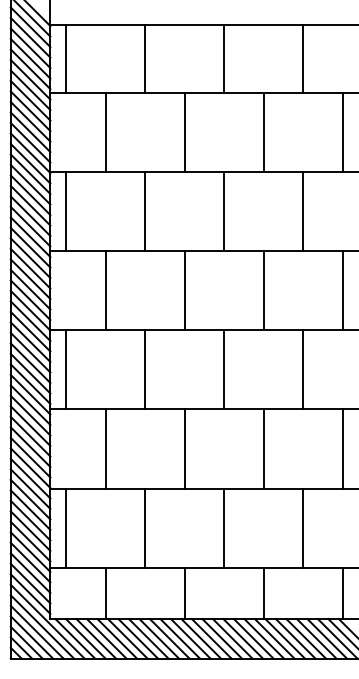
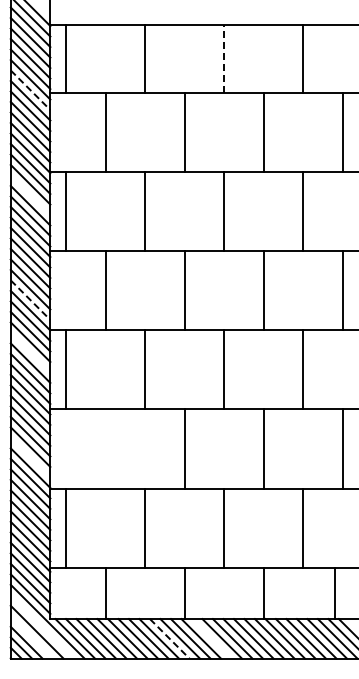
line at (224, 58): solid -> dashed
line at (30, 90): solid -> dashed
line at (30, 195): present -> none
line at (30, 300): solid -> dashed
line at (30, 352): present -> none
line at (105, 448): present -> none
line at (30, 457): present -> none
line at (343, 593) position: (343, 593) -> (335, 593)
line at (42, 626): present -> none
line at (31, 637): present -> none
line at (169, 638): solid -> dashed
line at (211, 638): present -> none
